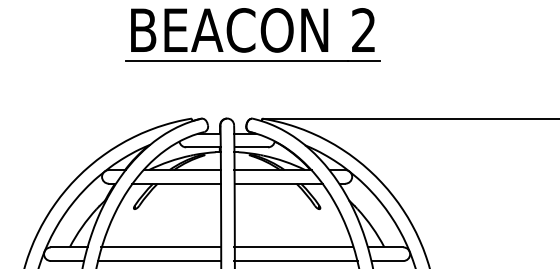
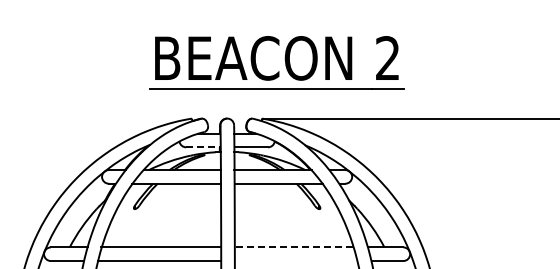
part at (260, 31) position: (260, 31) -> (284, 59)
line at (203, 147): solid -> dashed
line at (293, 247): solid -> dashed
line at (295, 261): present -> none
